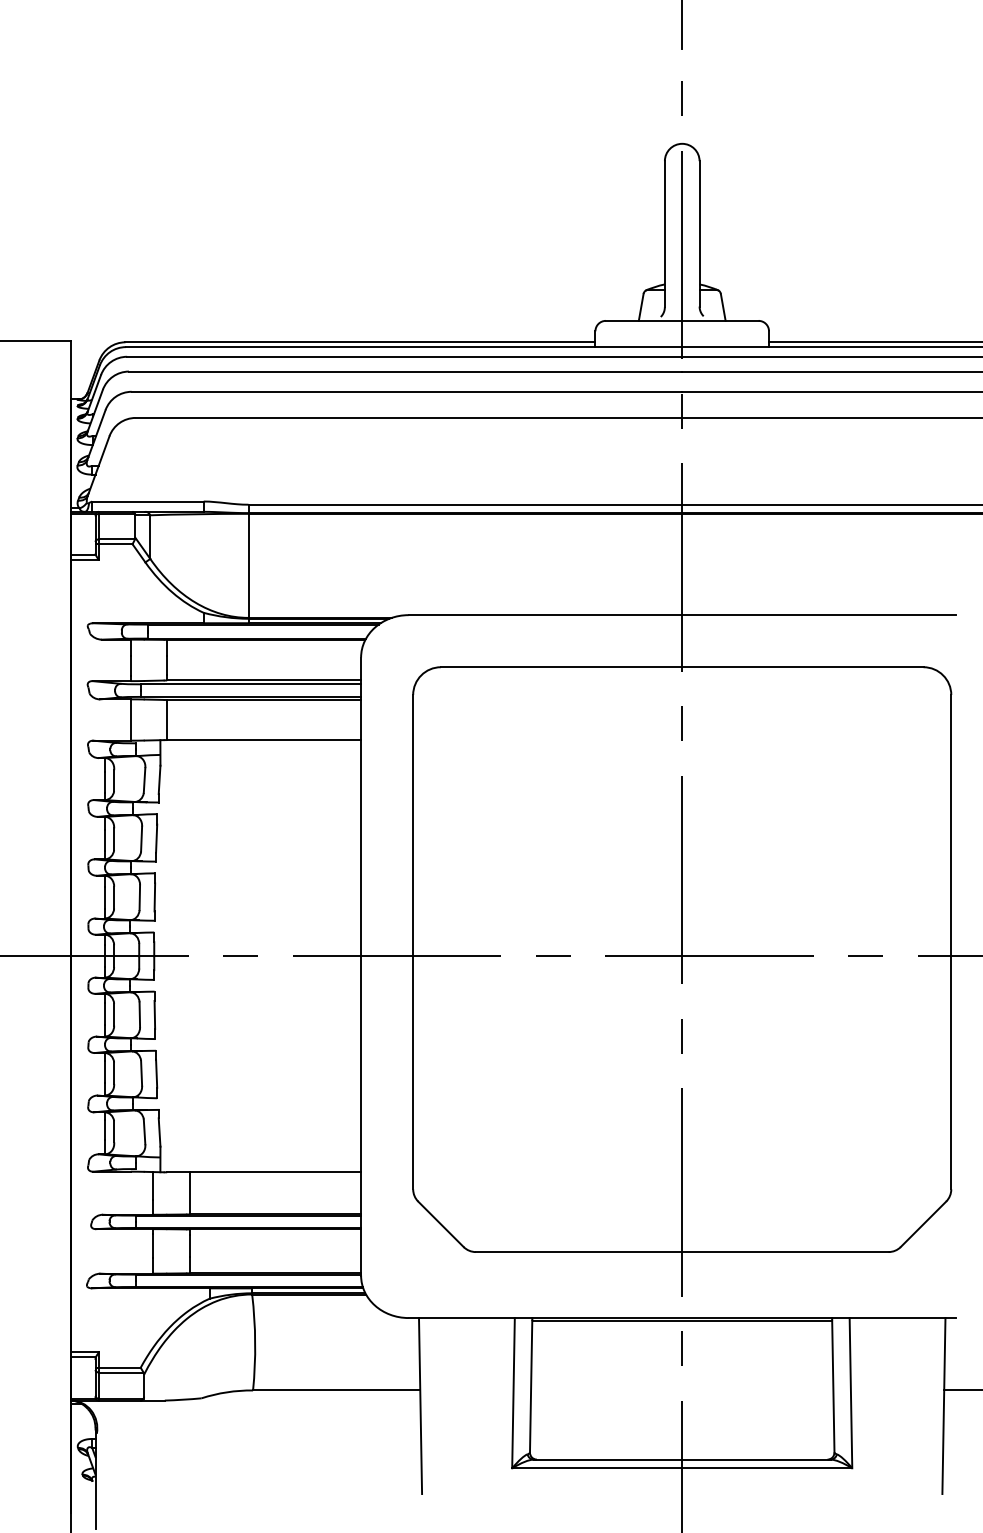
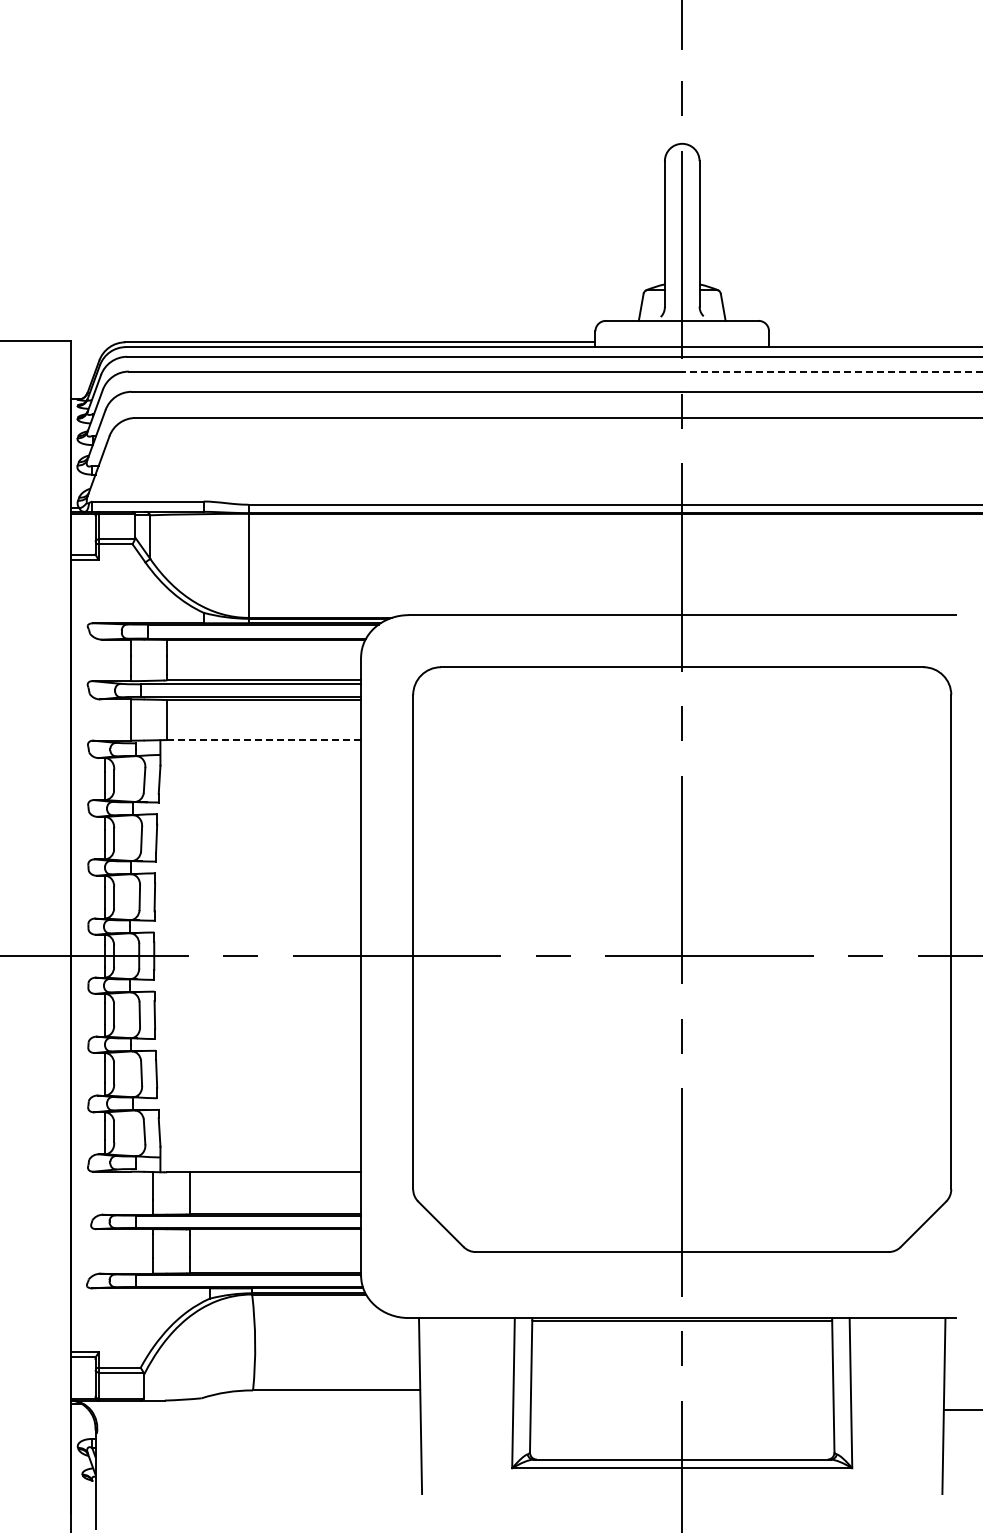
line at (874, 342): present -> none
line at (832, 371): solid -> dashed
line at (264, 740): solid -> dashed
line at (961, 1390) position: (961, 1390) -> (961, 1410)
